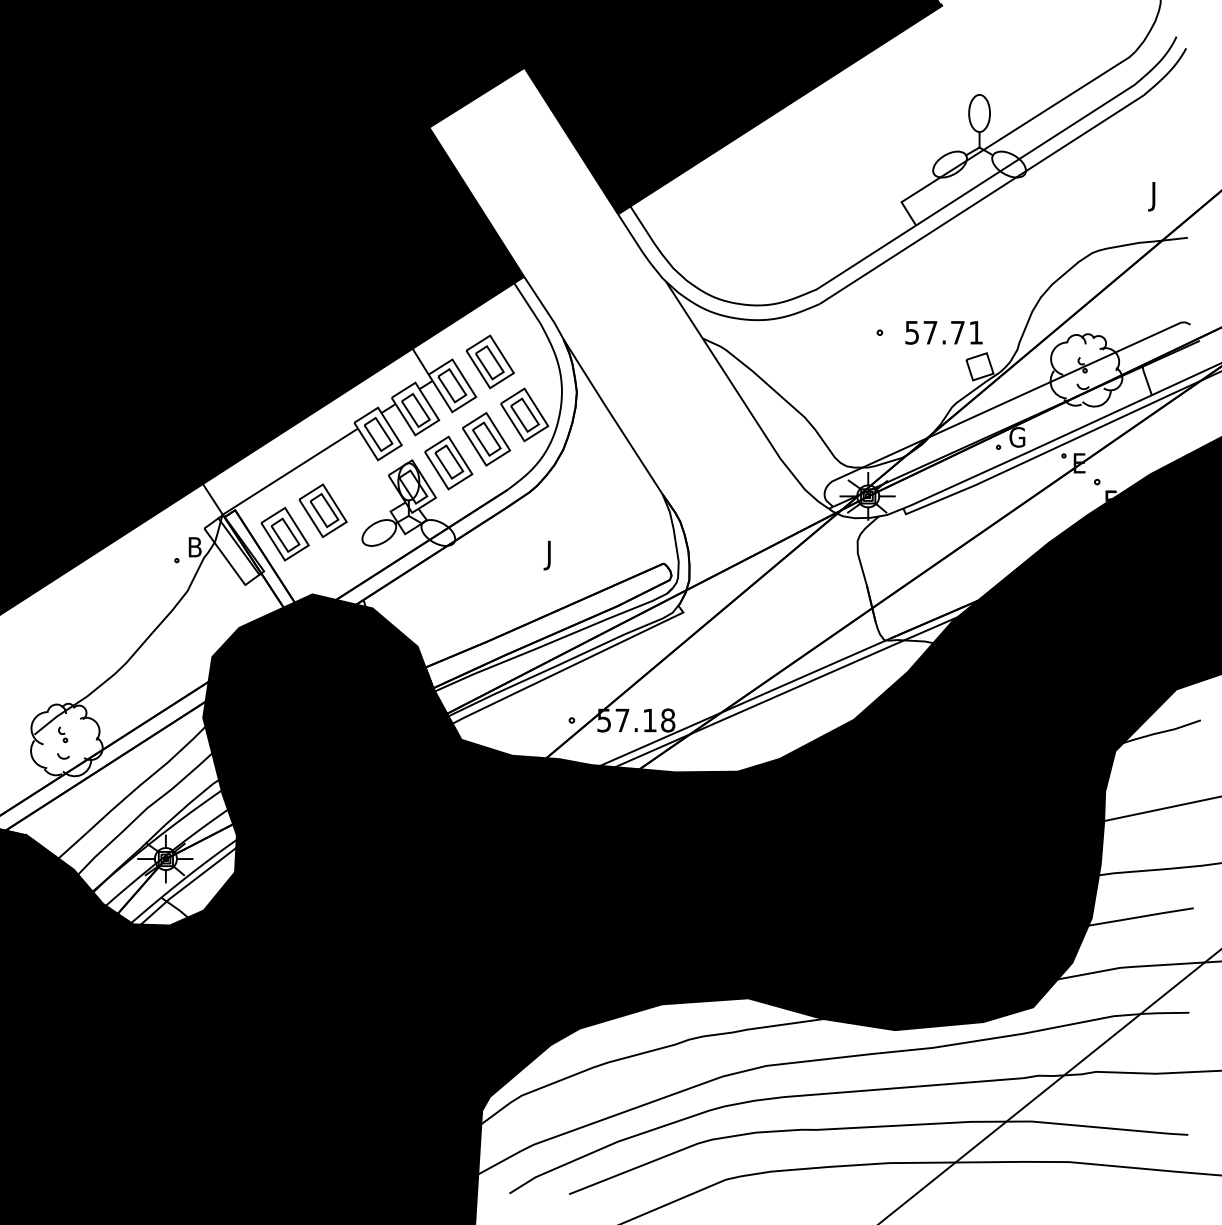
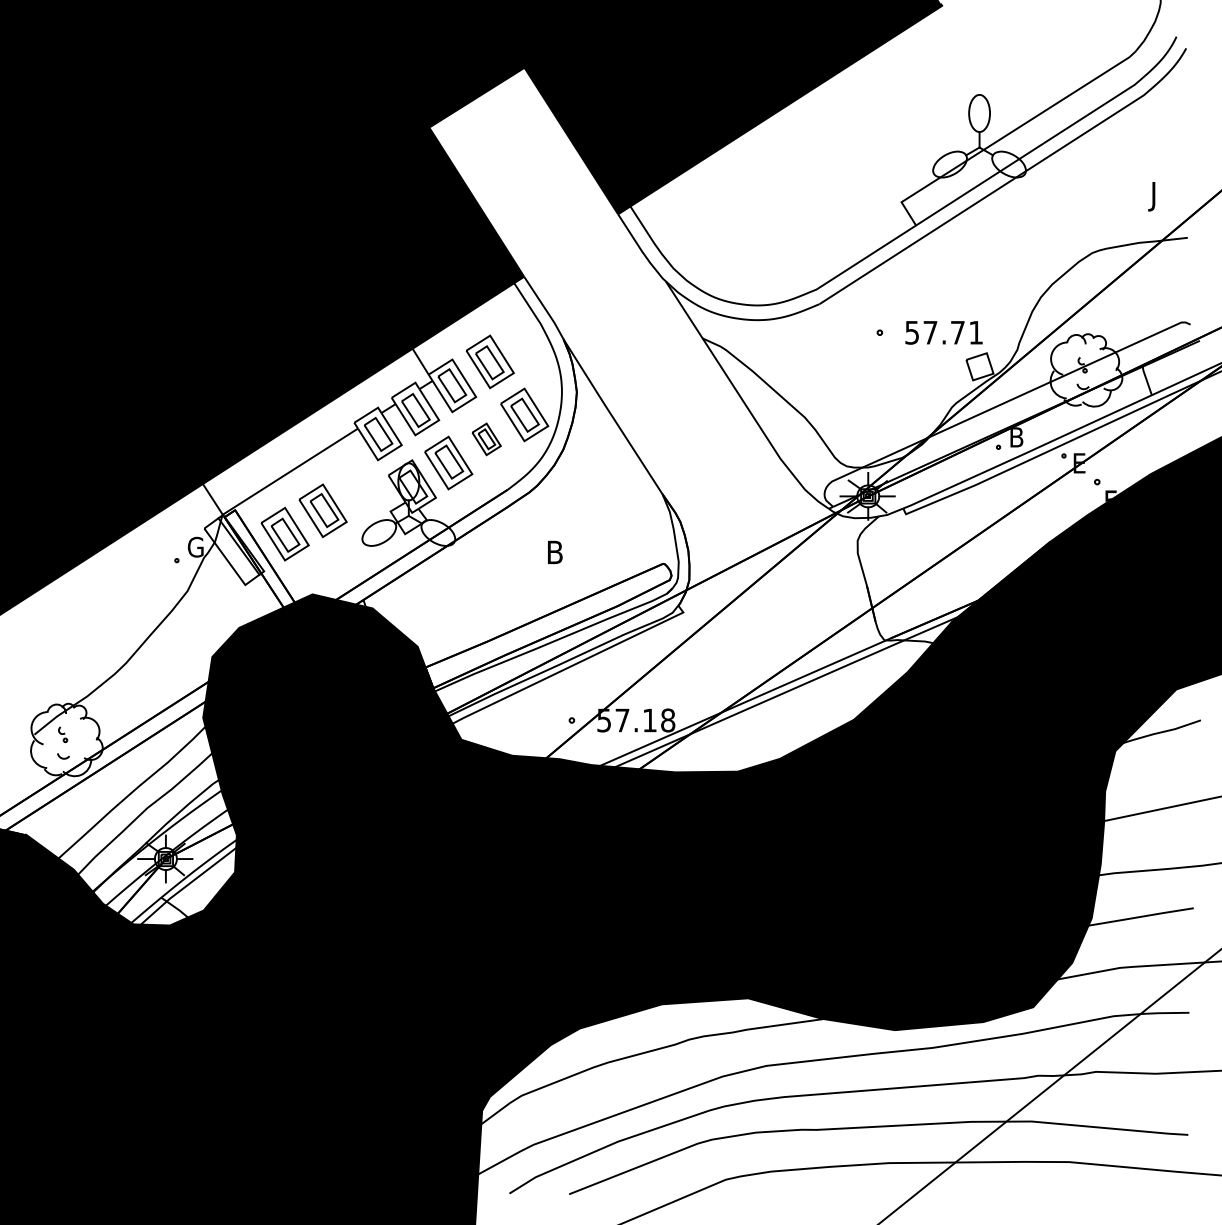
text at (1017, 437): G -> B
part at (486, 439) size: 50x55 px -> 31x35 px
text at (195, 546): B -> G
text at (552, 555): J -> B
